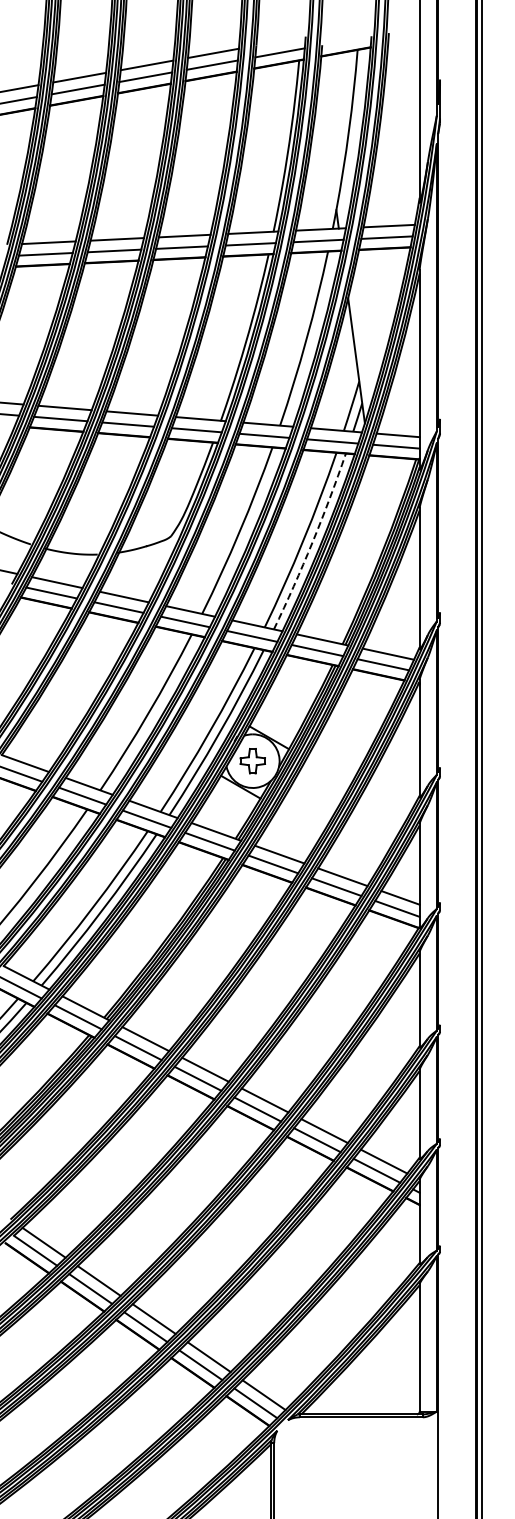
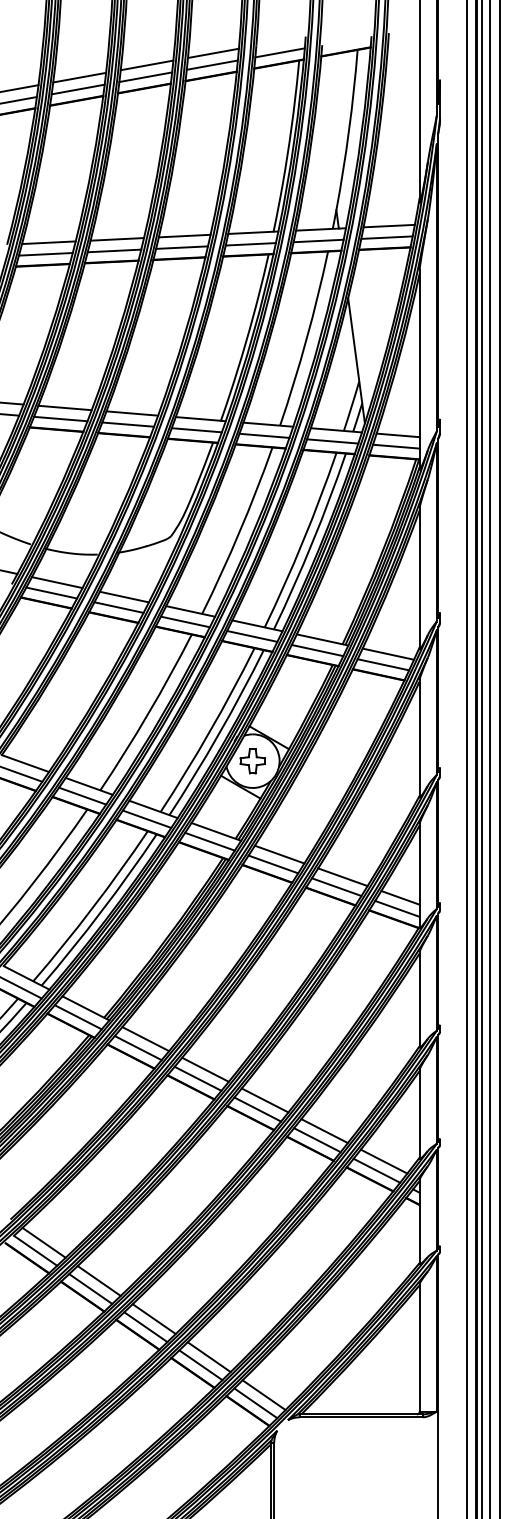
arc at (312, 542): dashed -> solid
line at (466, 758): none -> present
line at (490, 758): none -> present
line at (499, 758): none -> present
